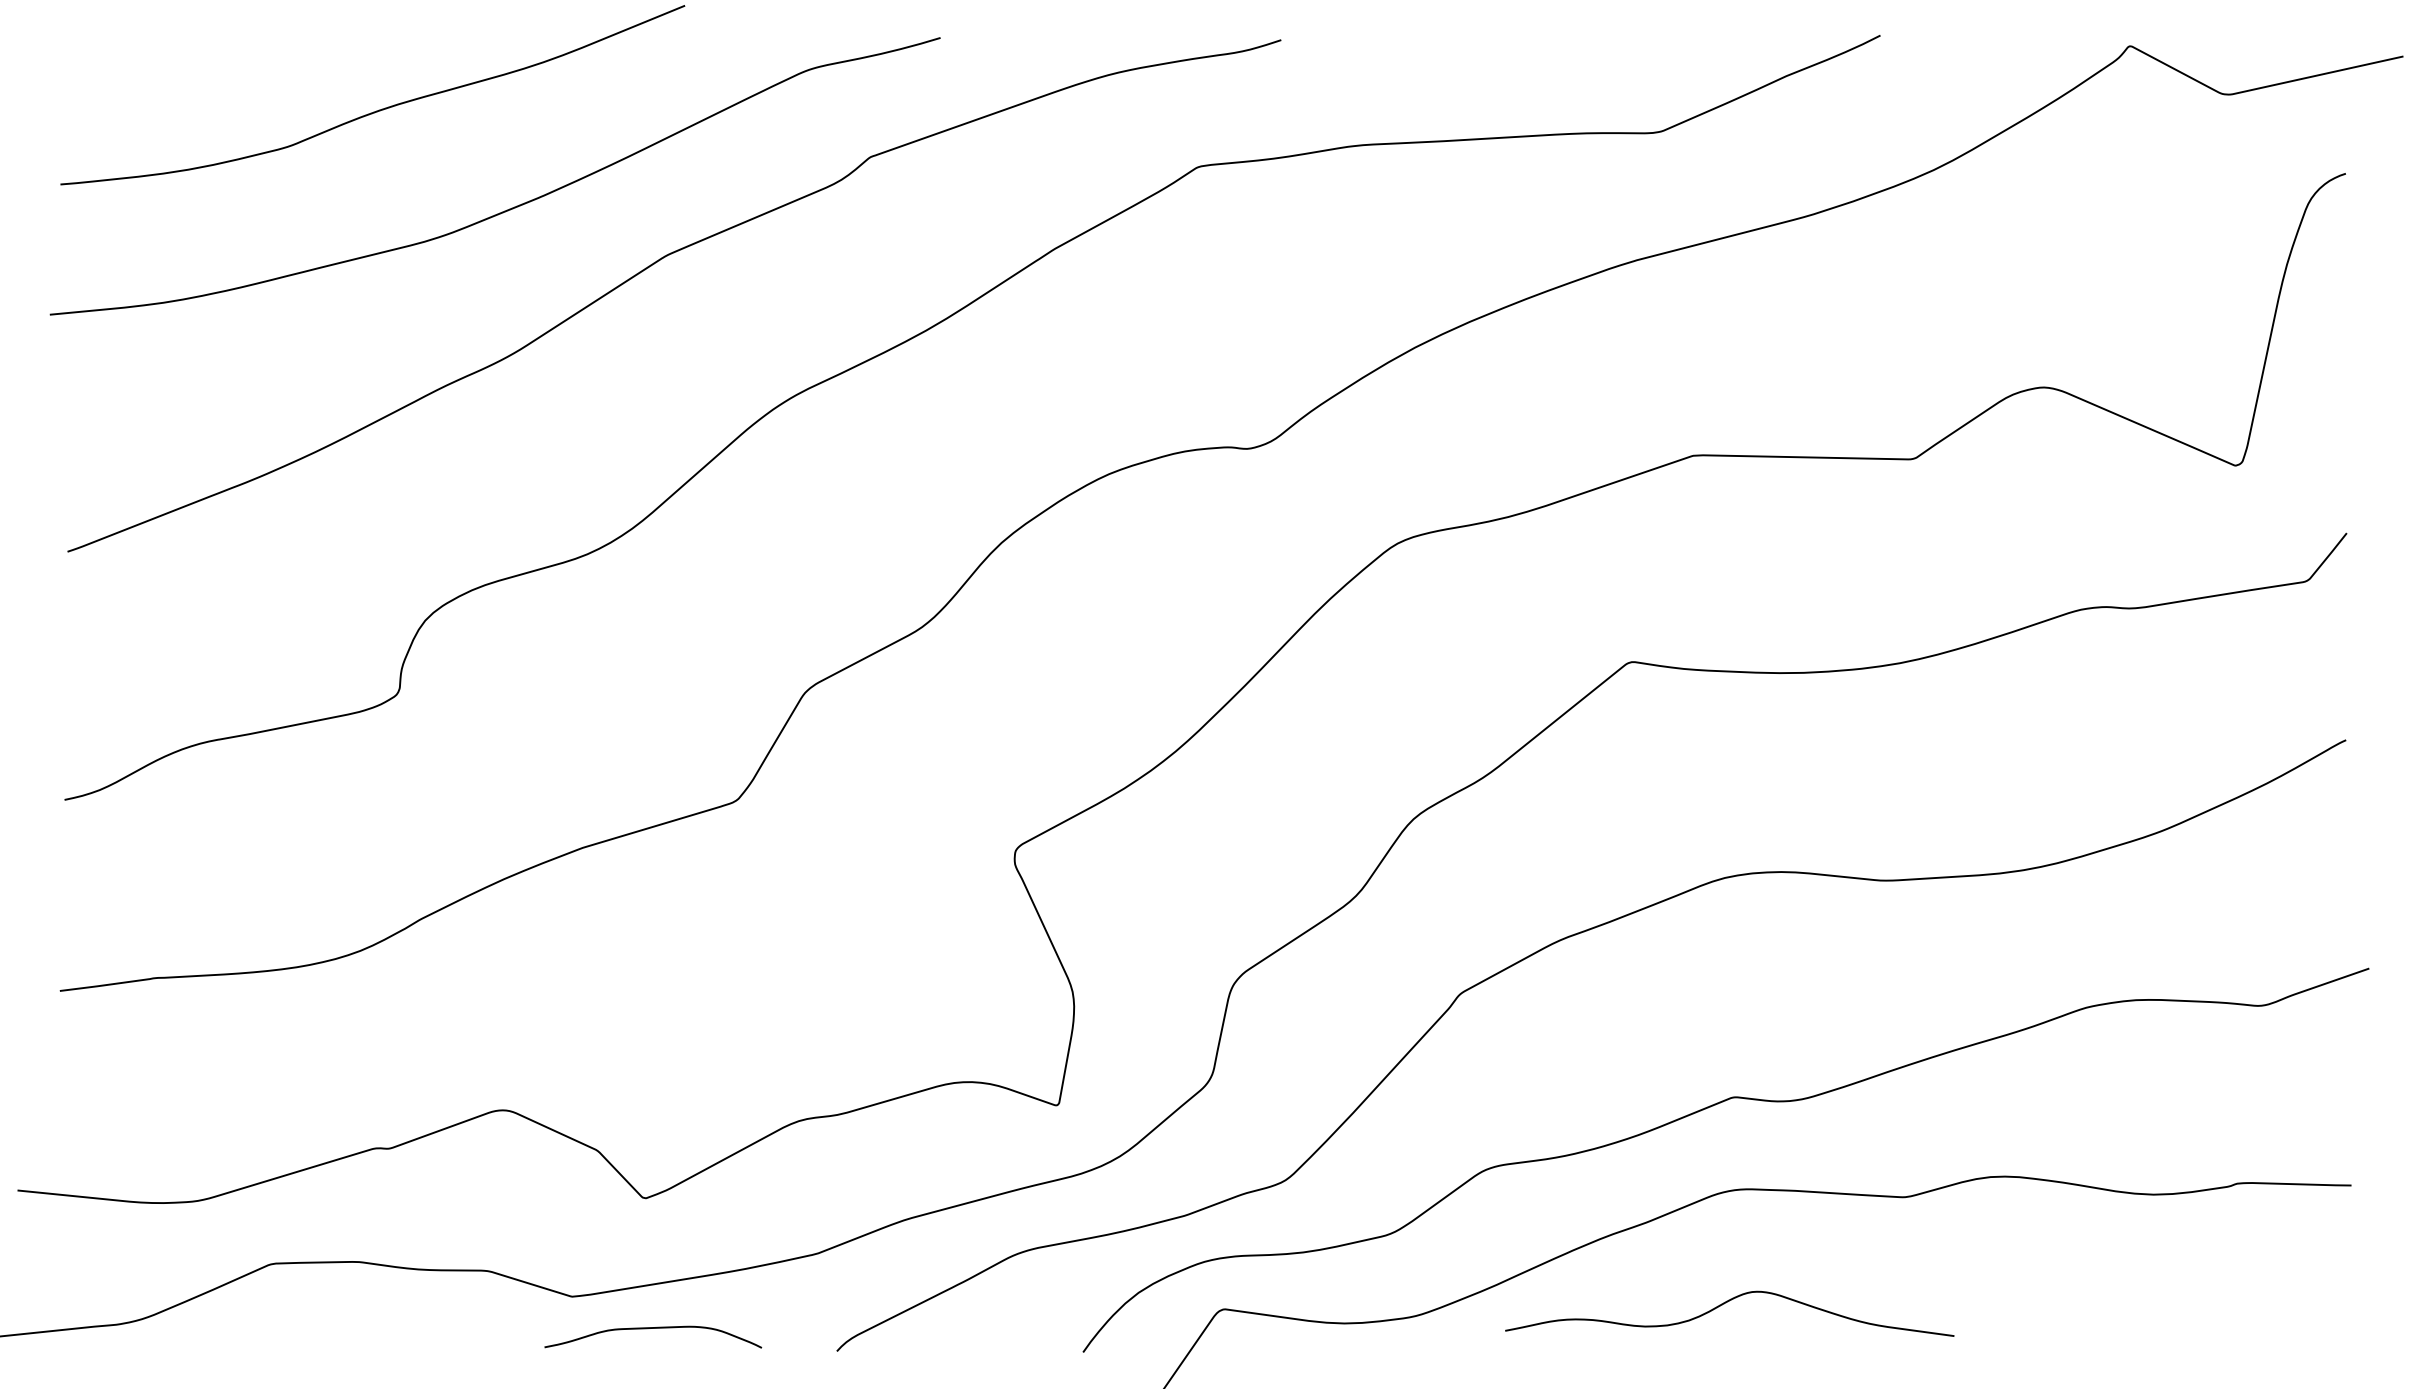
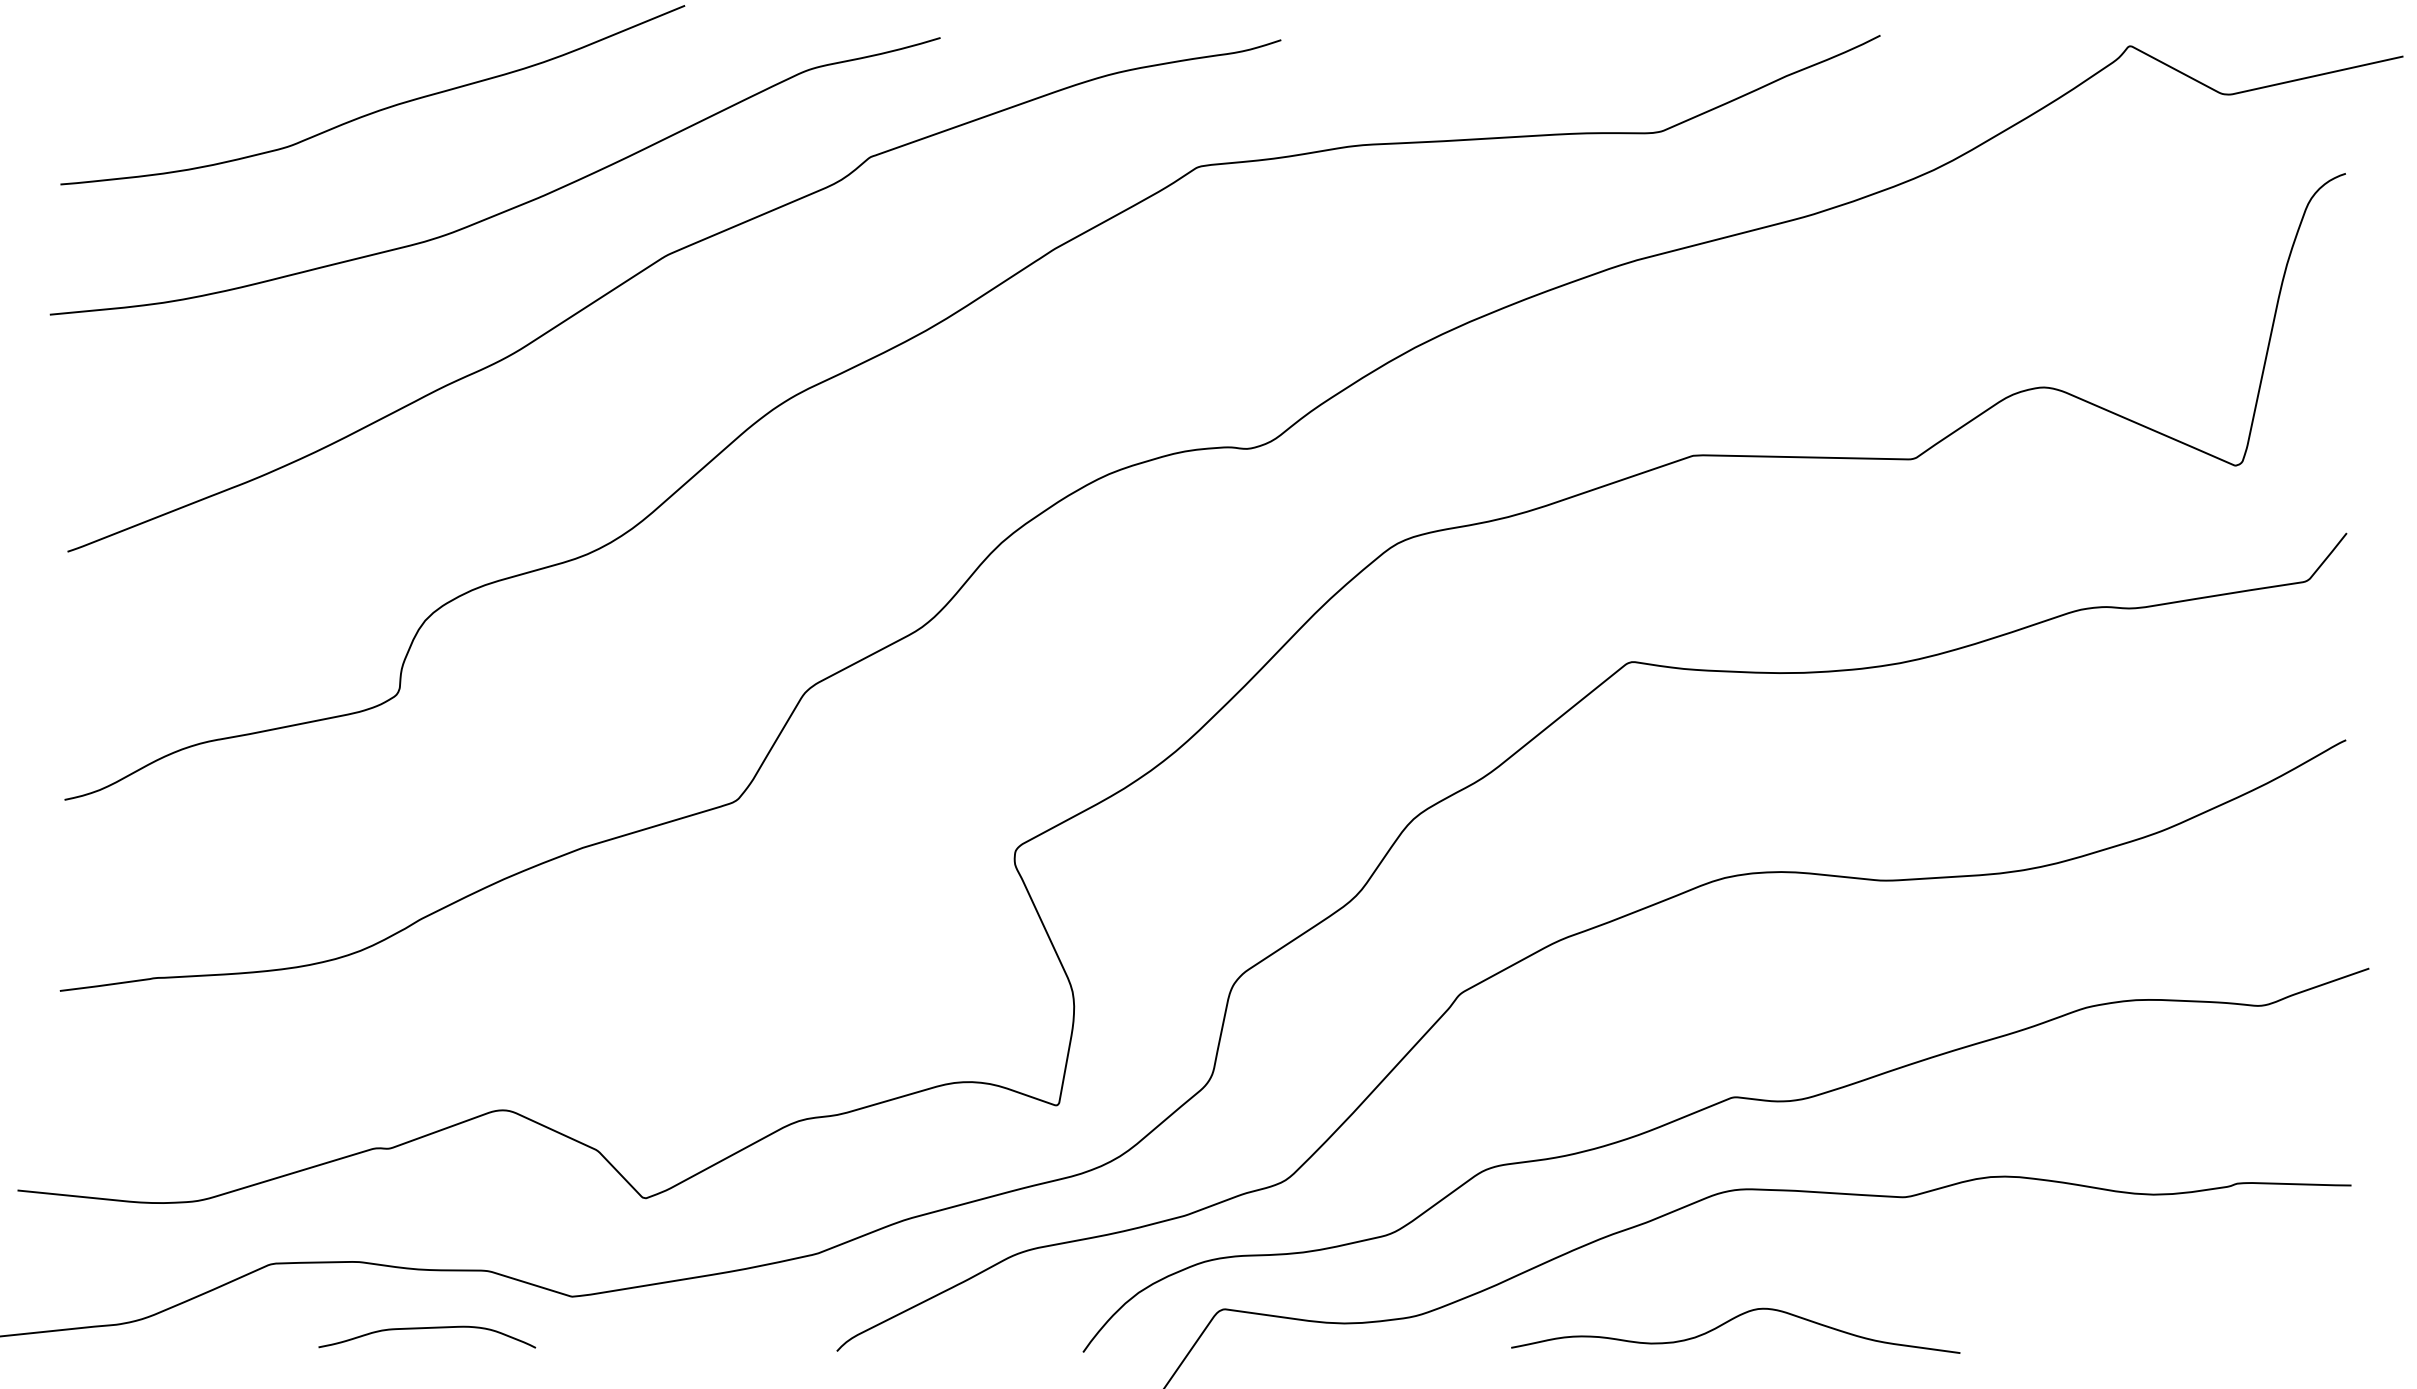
curve at (1724, 1304) position: (1724, 1304) -> (1730, 1321)
curve at (653, 1328) position: (653, 1328) -> (427, 1328)
